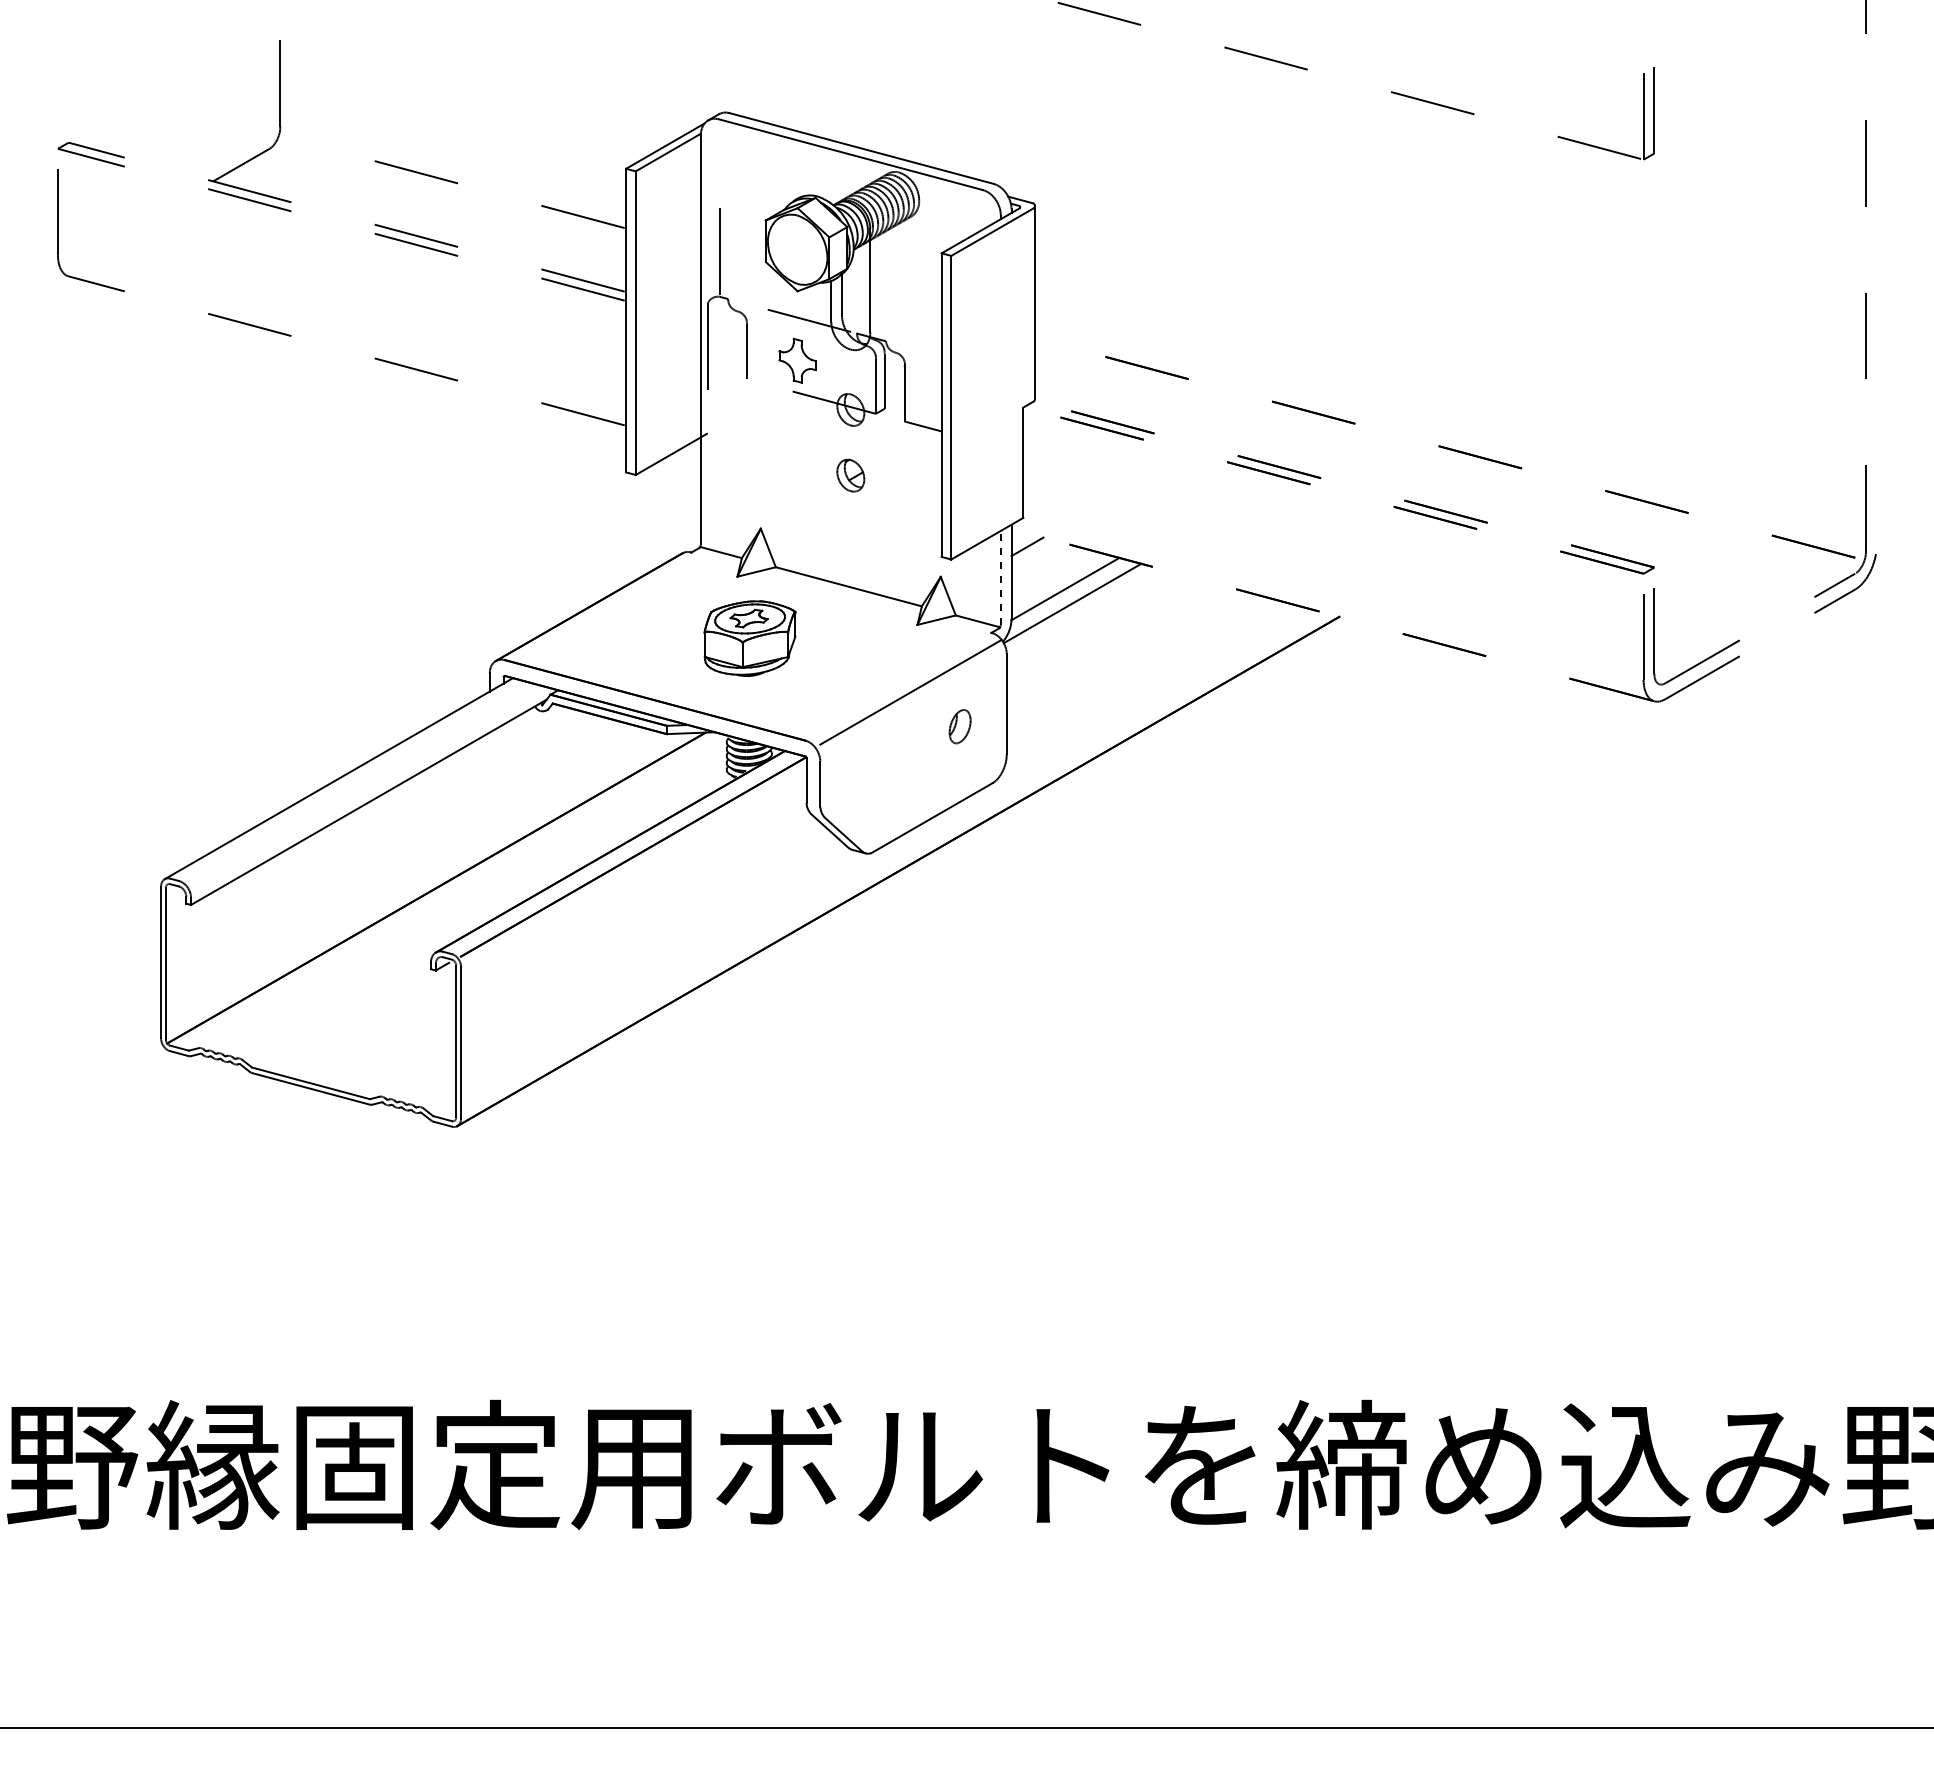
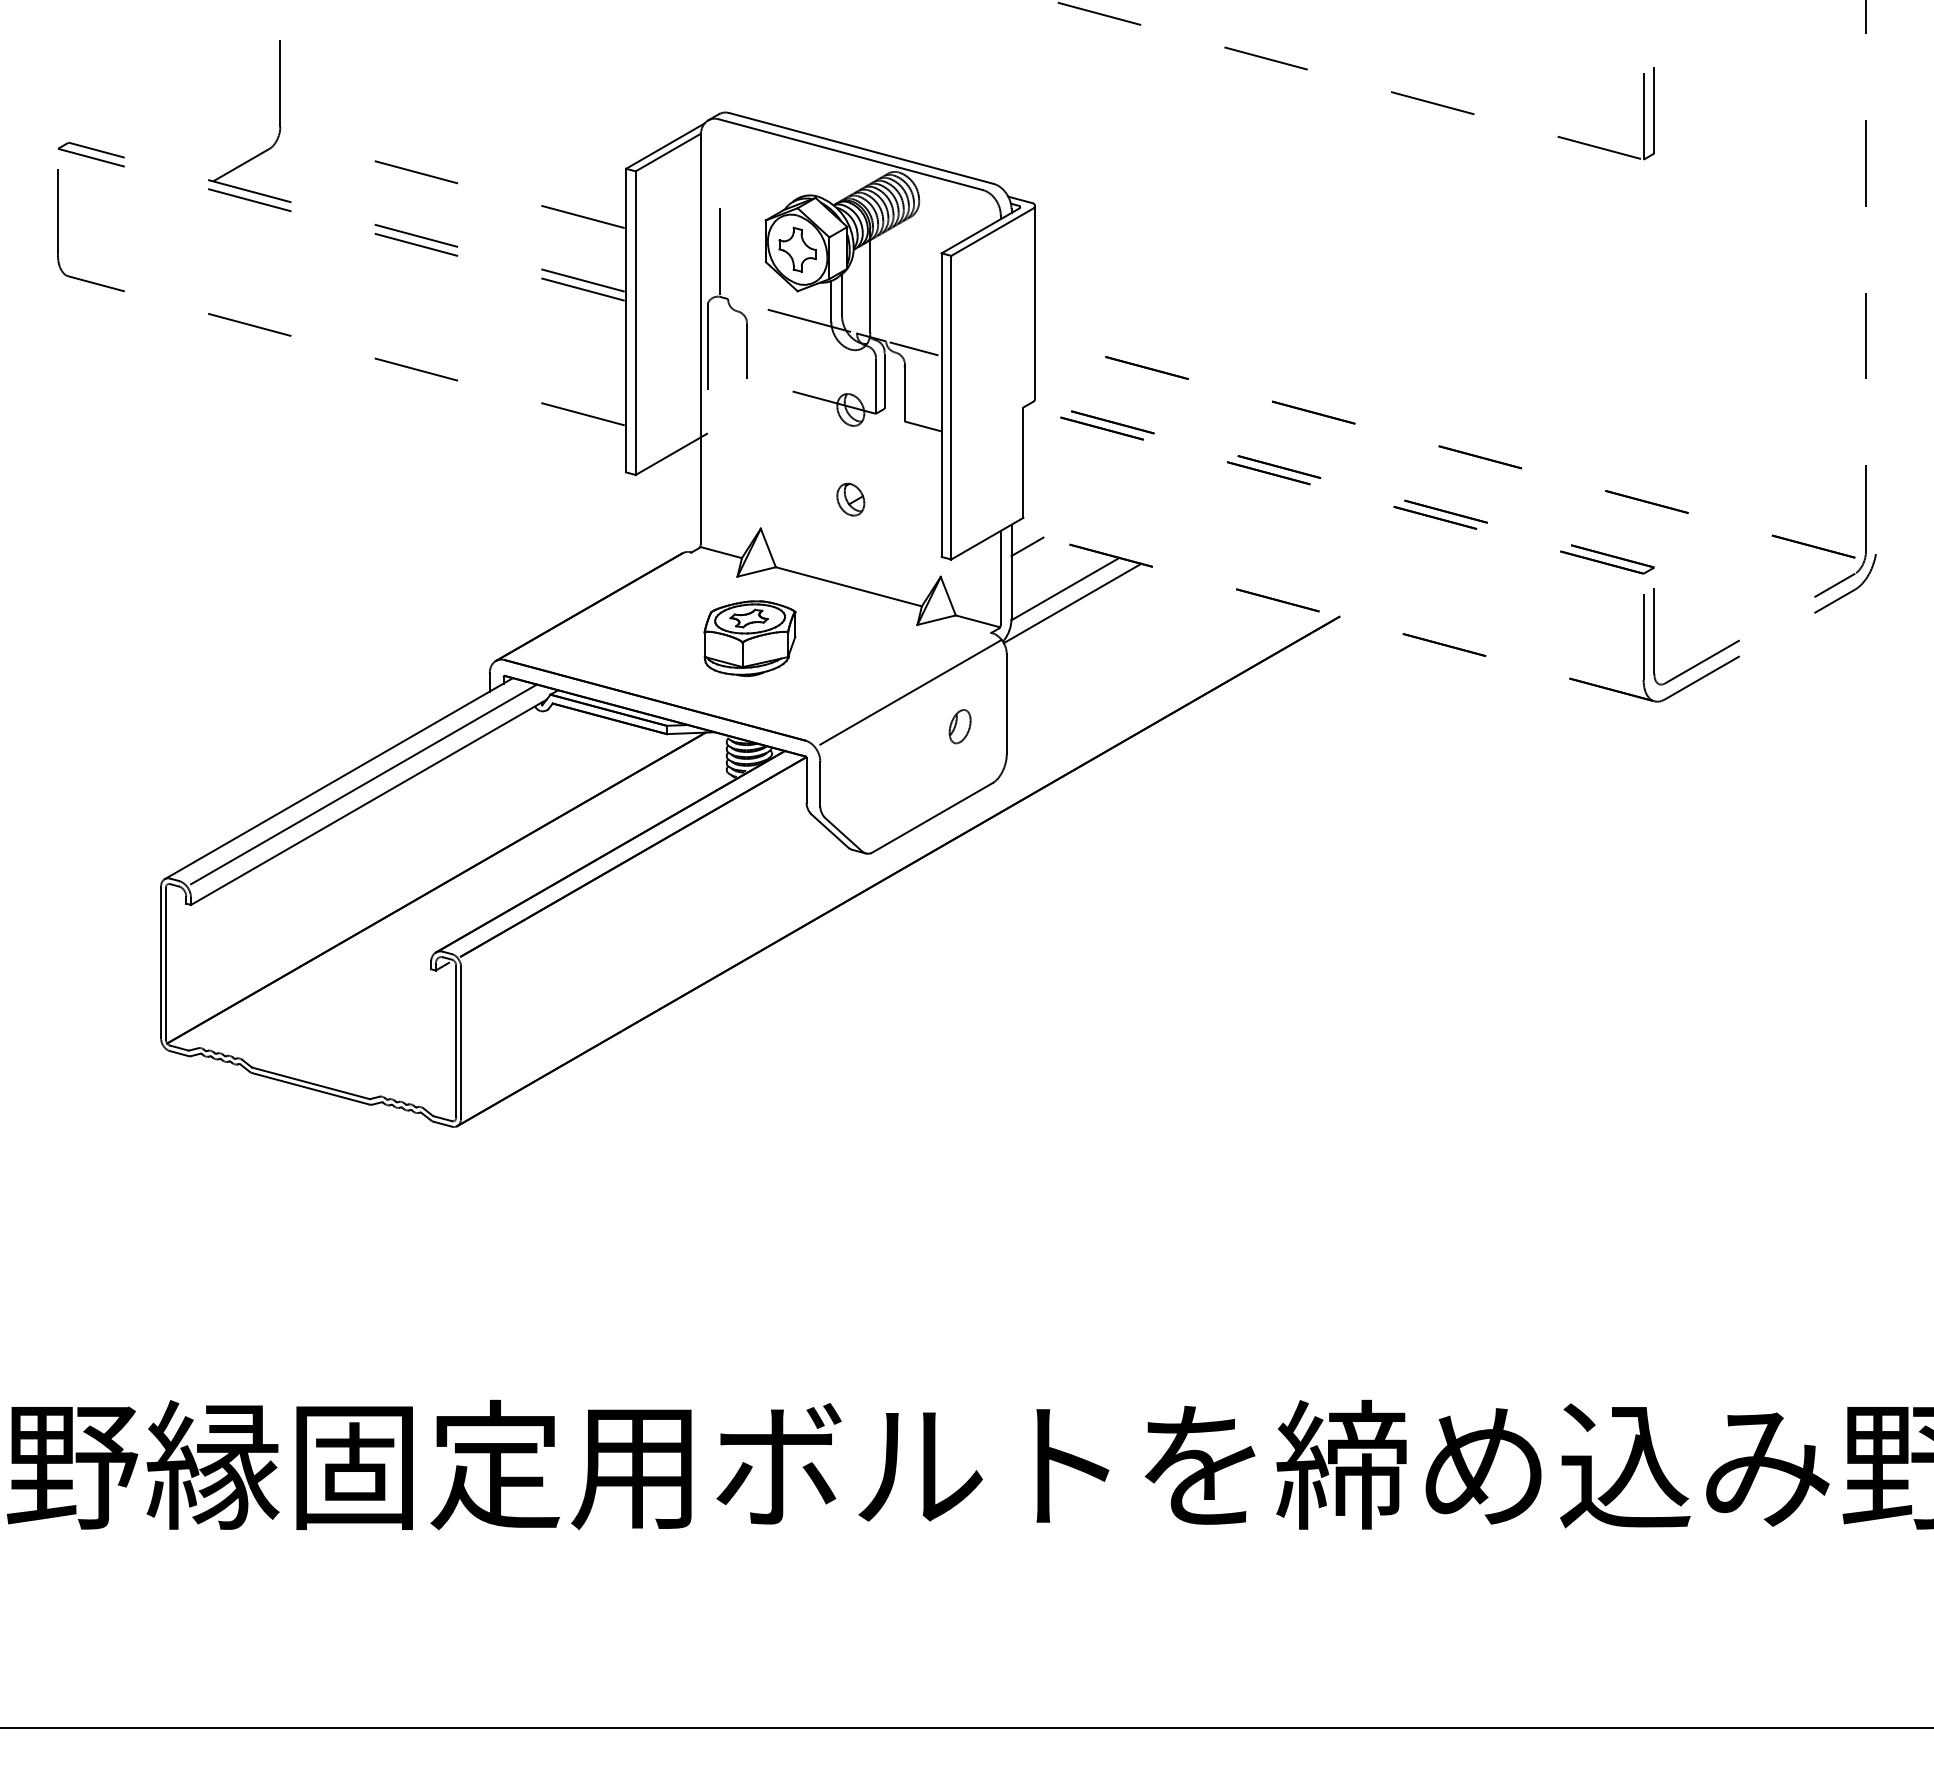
line at (913, 348): none -> present
part at (797, 360) position: (797, 360) -> (797, 249)
part at (850, 475) position: (850, 475) -> (850, 499)
line at (1000, 577): dashed -> solid
line at (363, 784): none -> present
